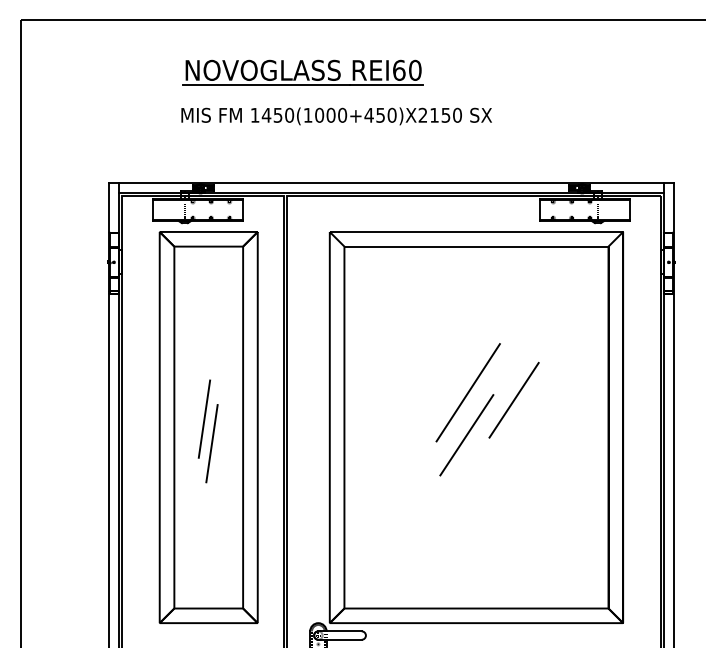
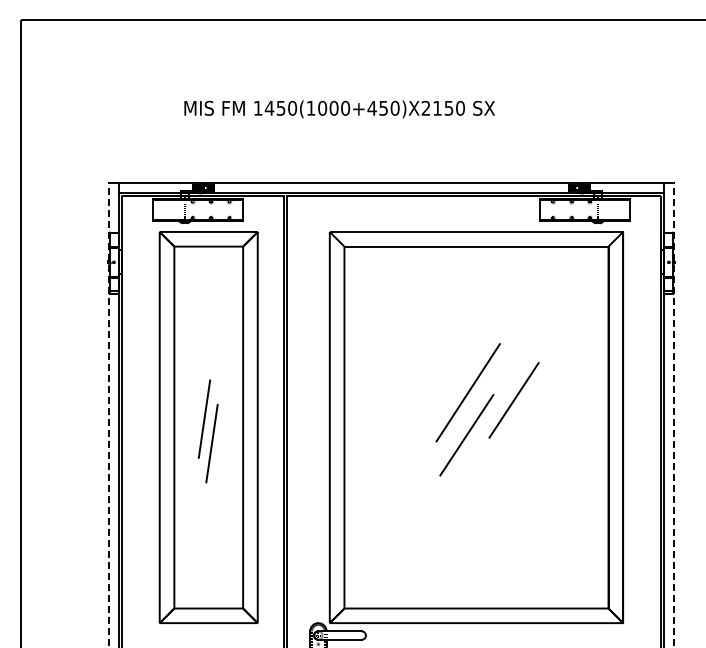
part at (302, 72): present -> none
text at (336, 116) position: (336, 116) -> (339, 109)
line at (108, 414): solid -> dashed
line at (674, 414): solid -> dashed
